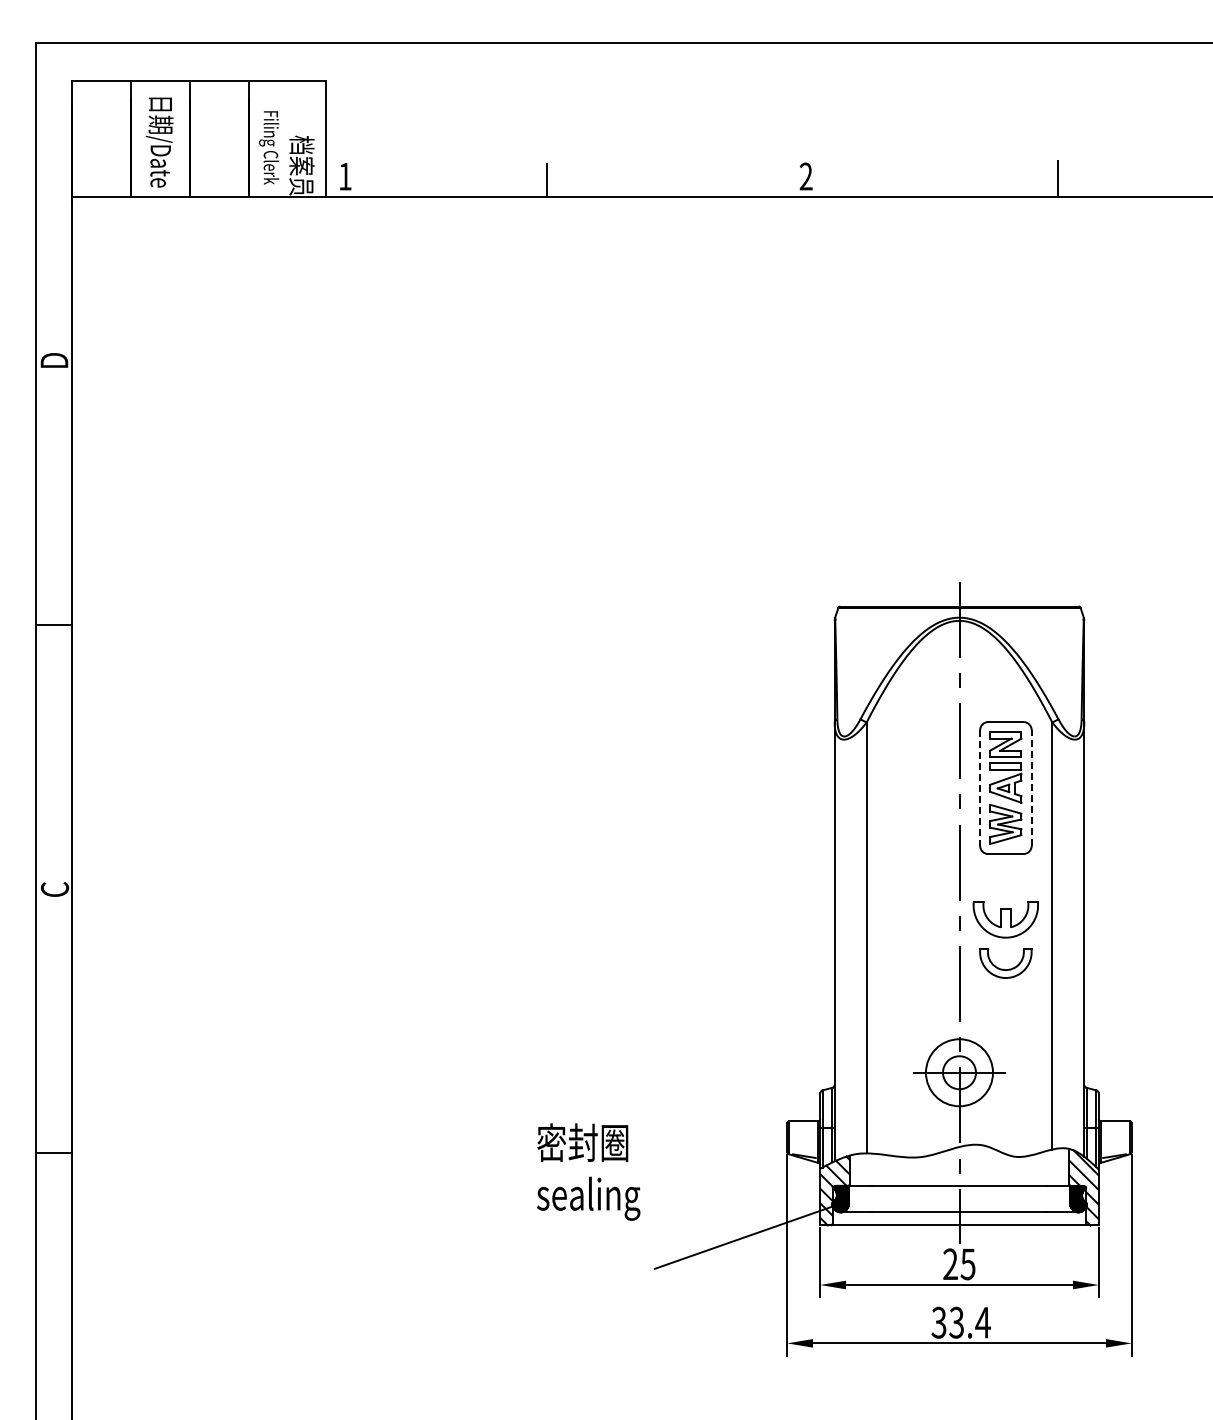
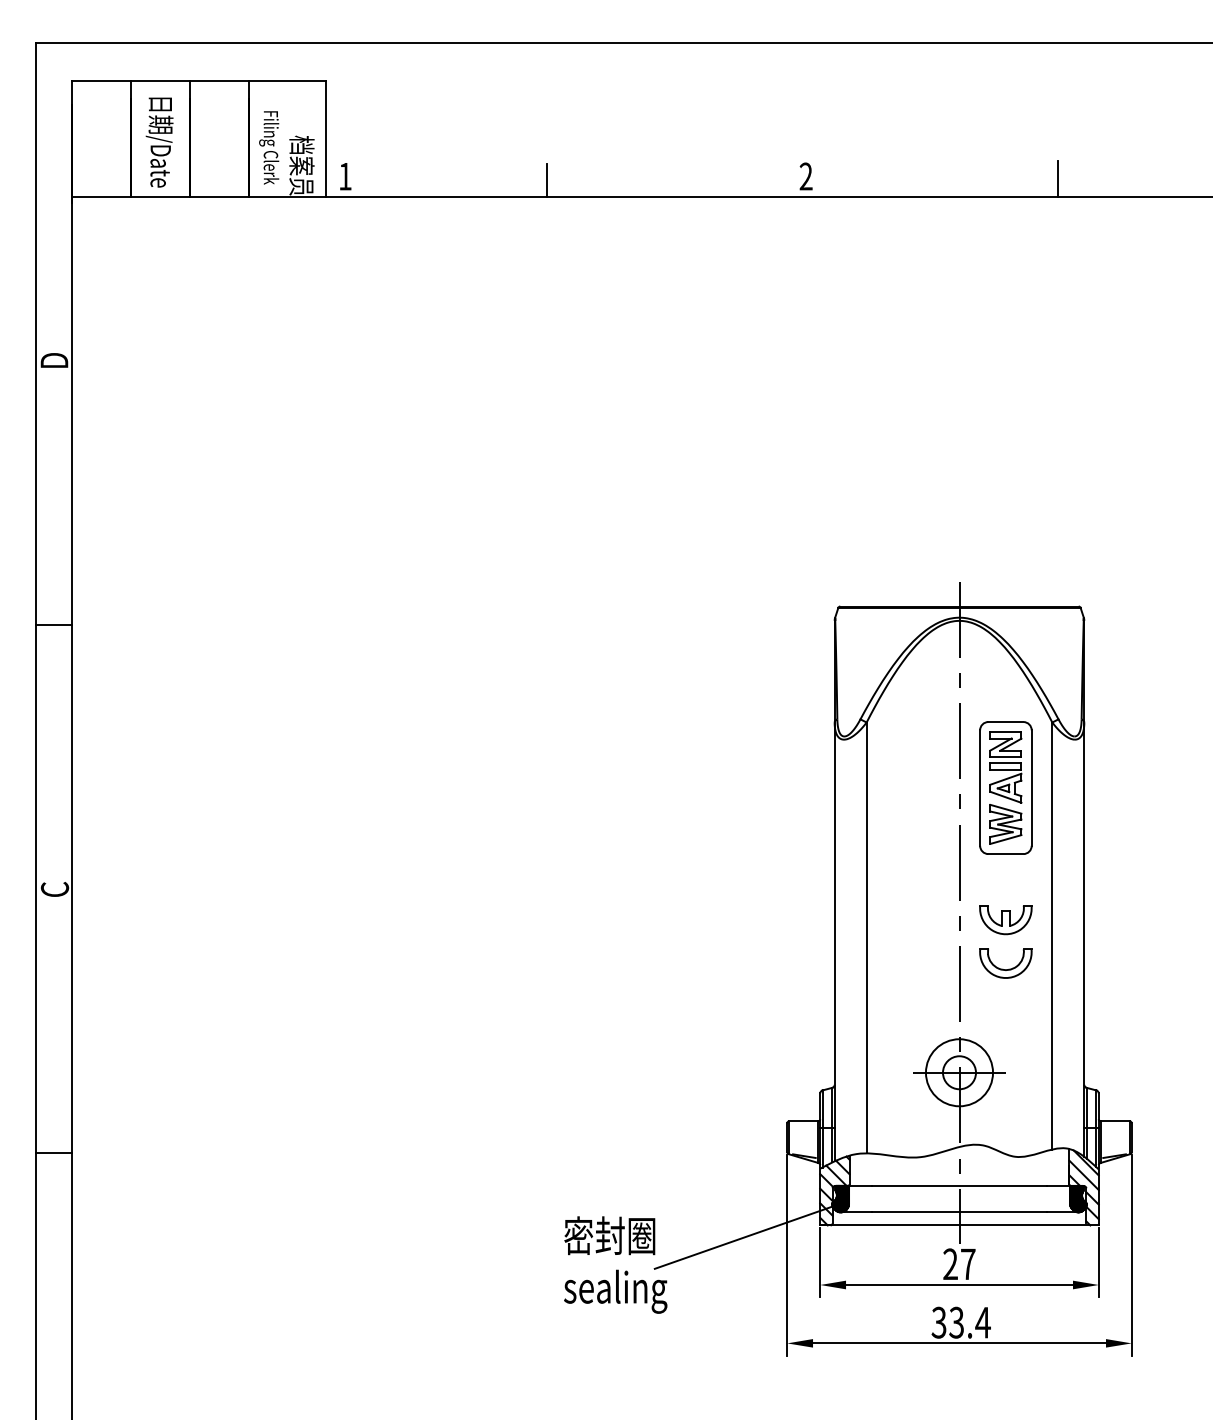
line at (980, 788): dashed -> solid
line at (1031, 788): dashed -> solid
part at (1005, 919) size: 67x38 px -> 54x31 px
text at (588, 1171) position: (588, 1171) -> (615, 1264)
text at (967, 1264): 25 -> 27
